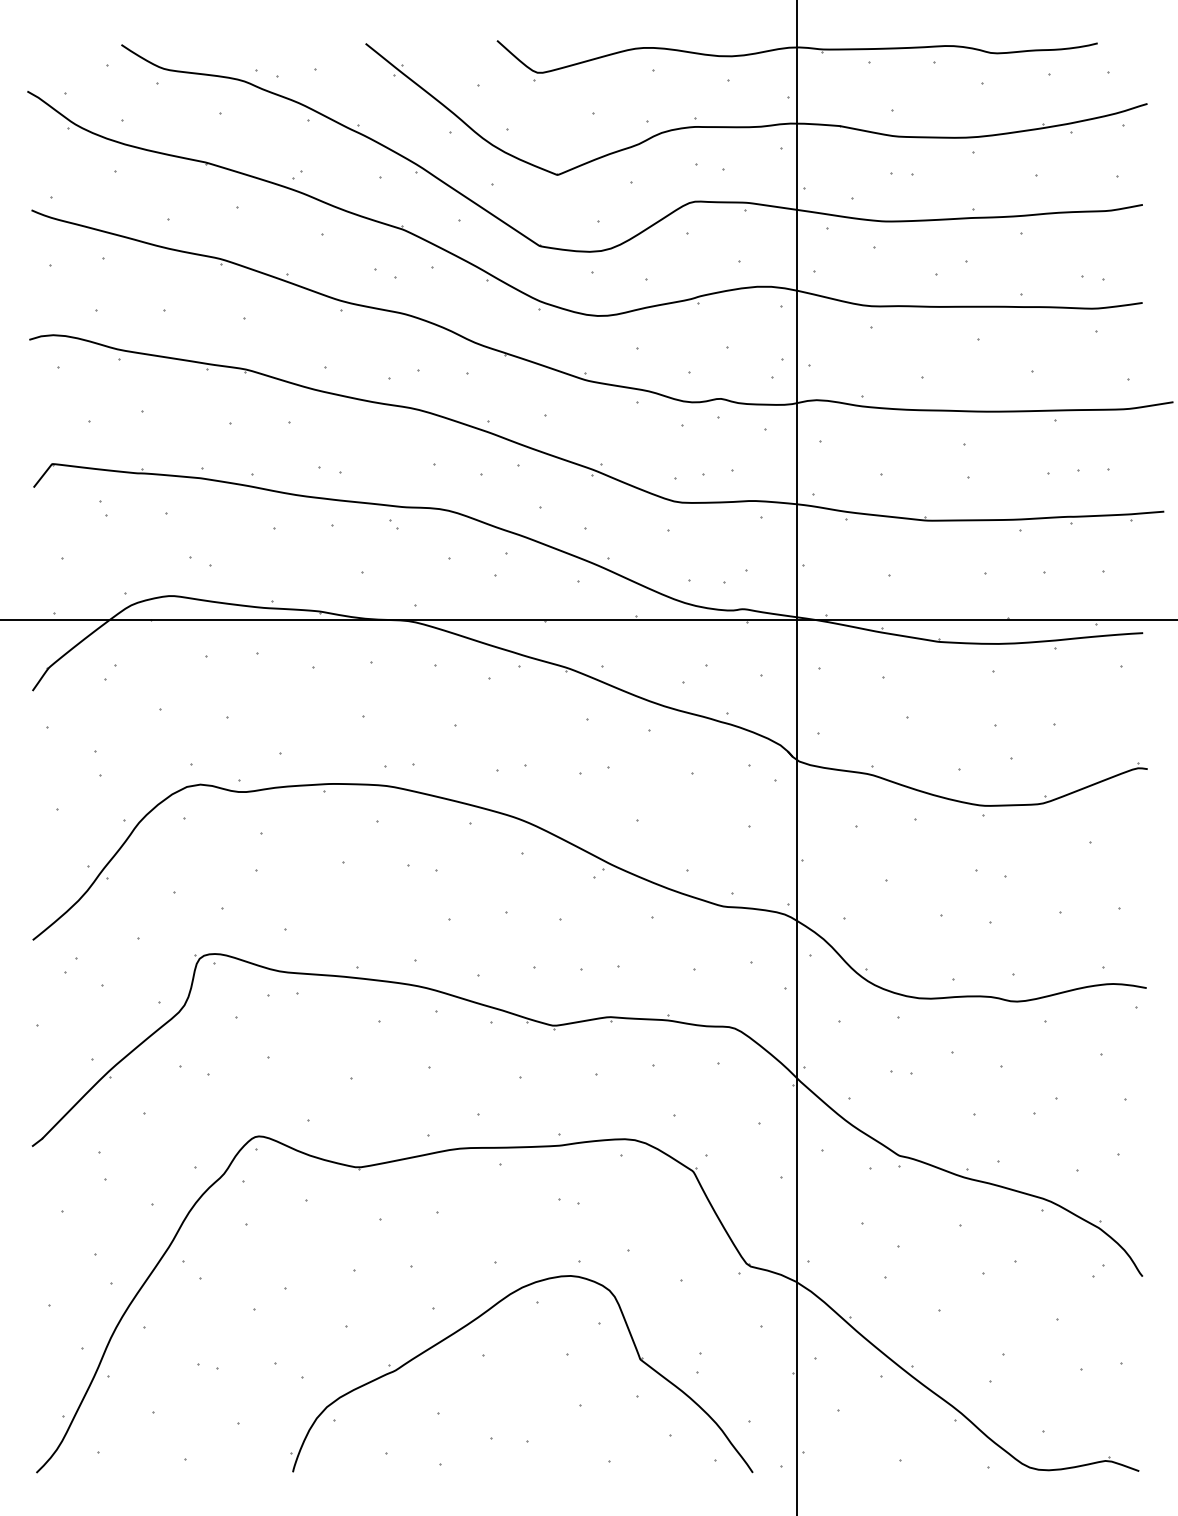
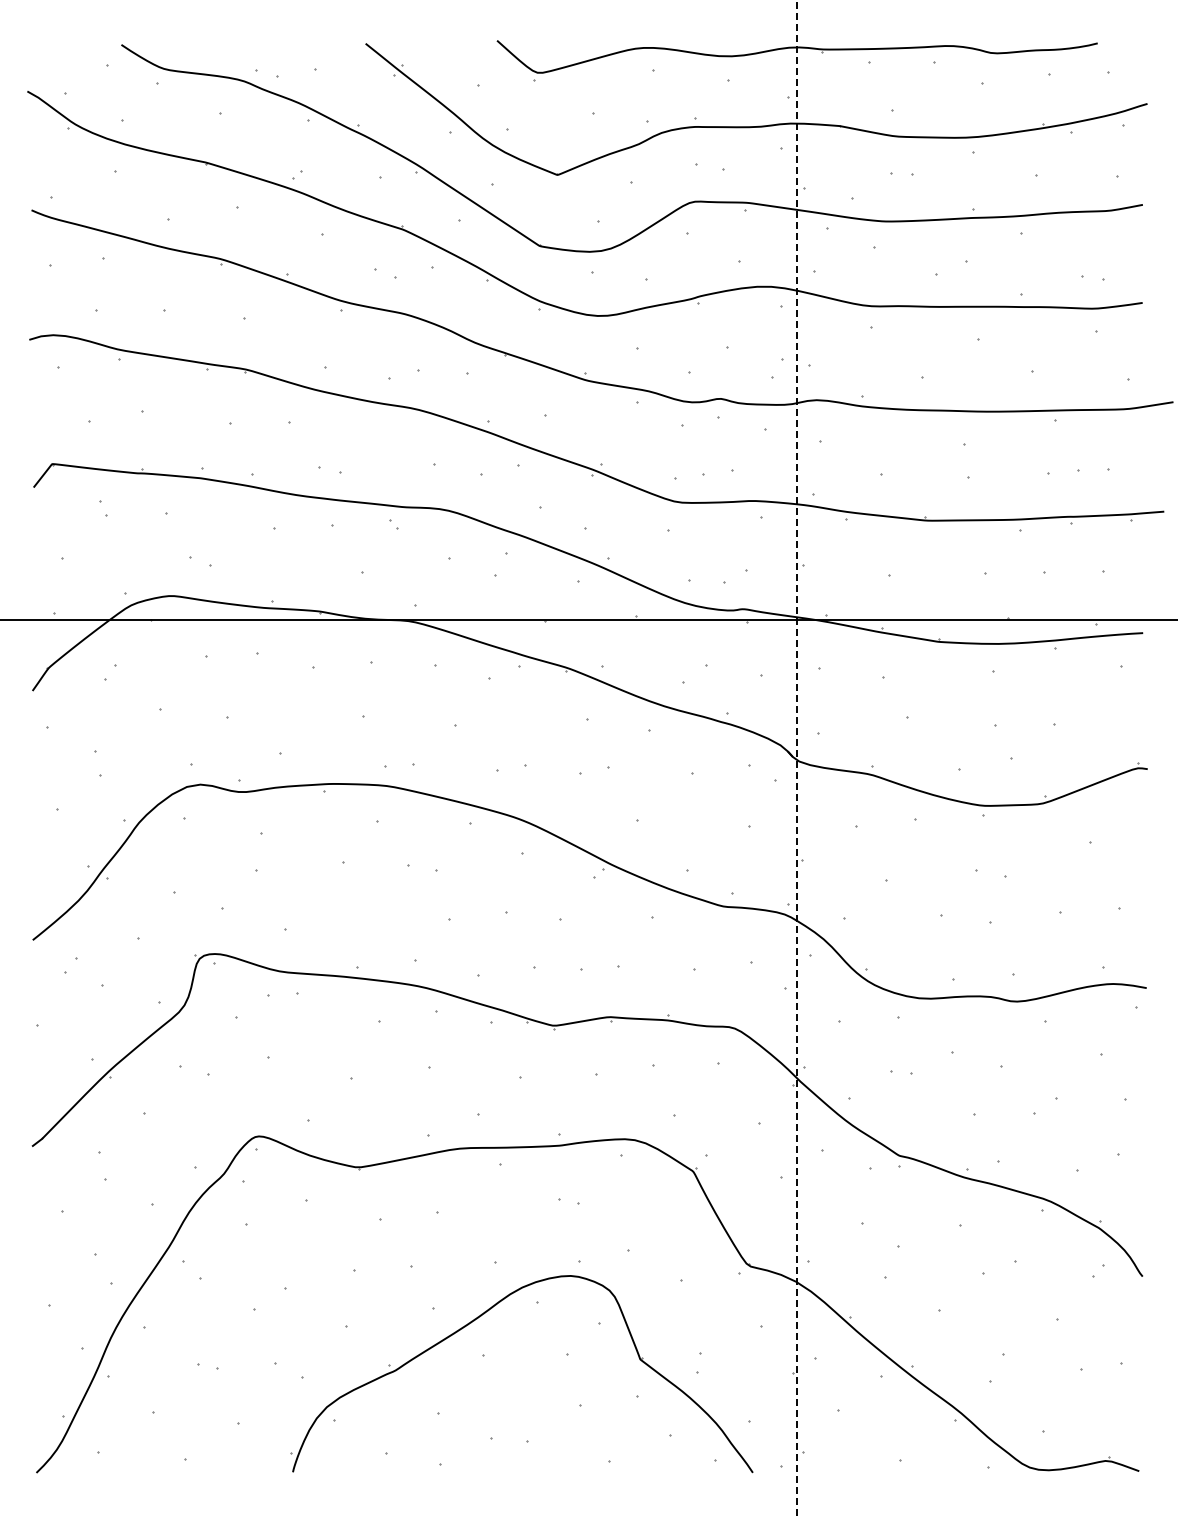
line at (796, 757): solid -> dashed
